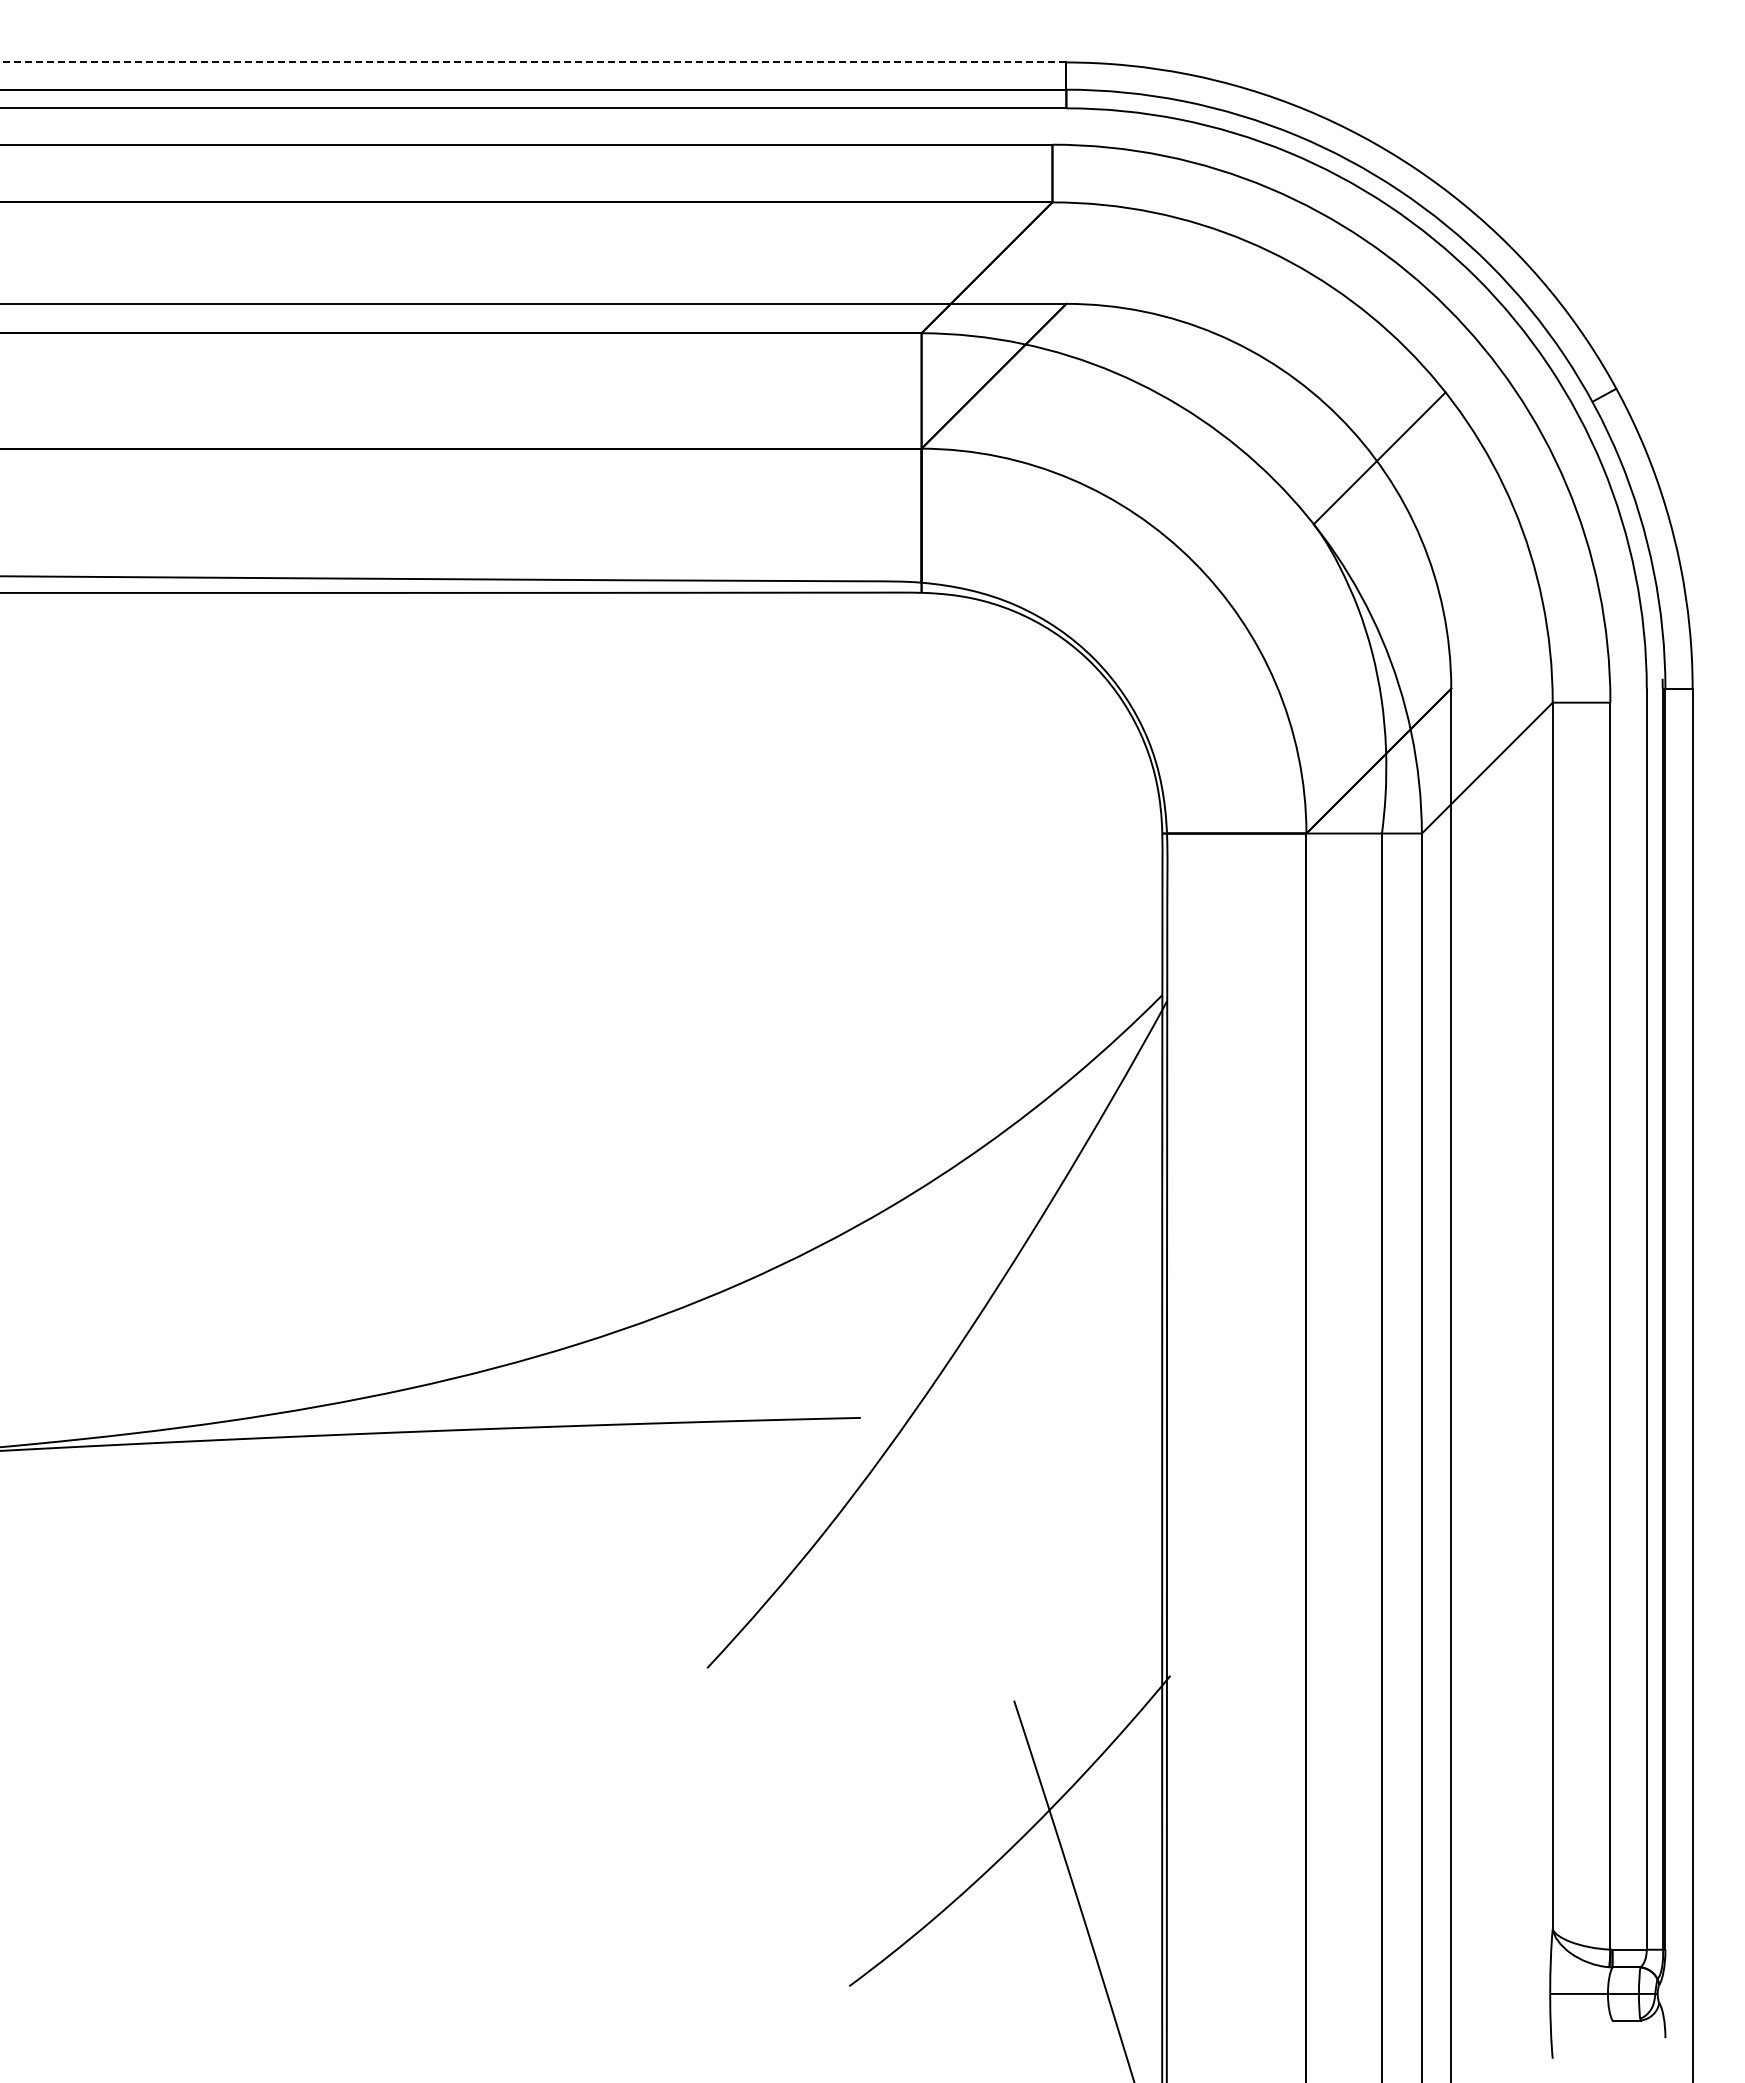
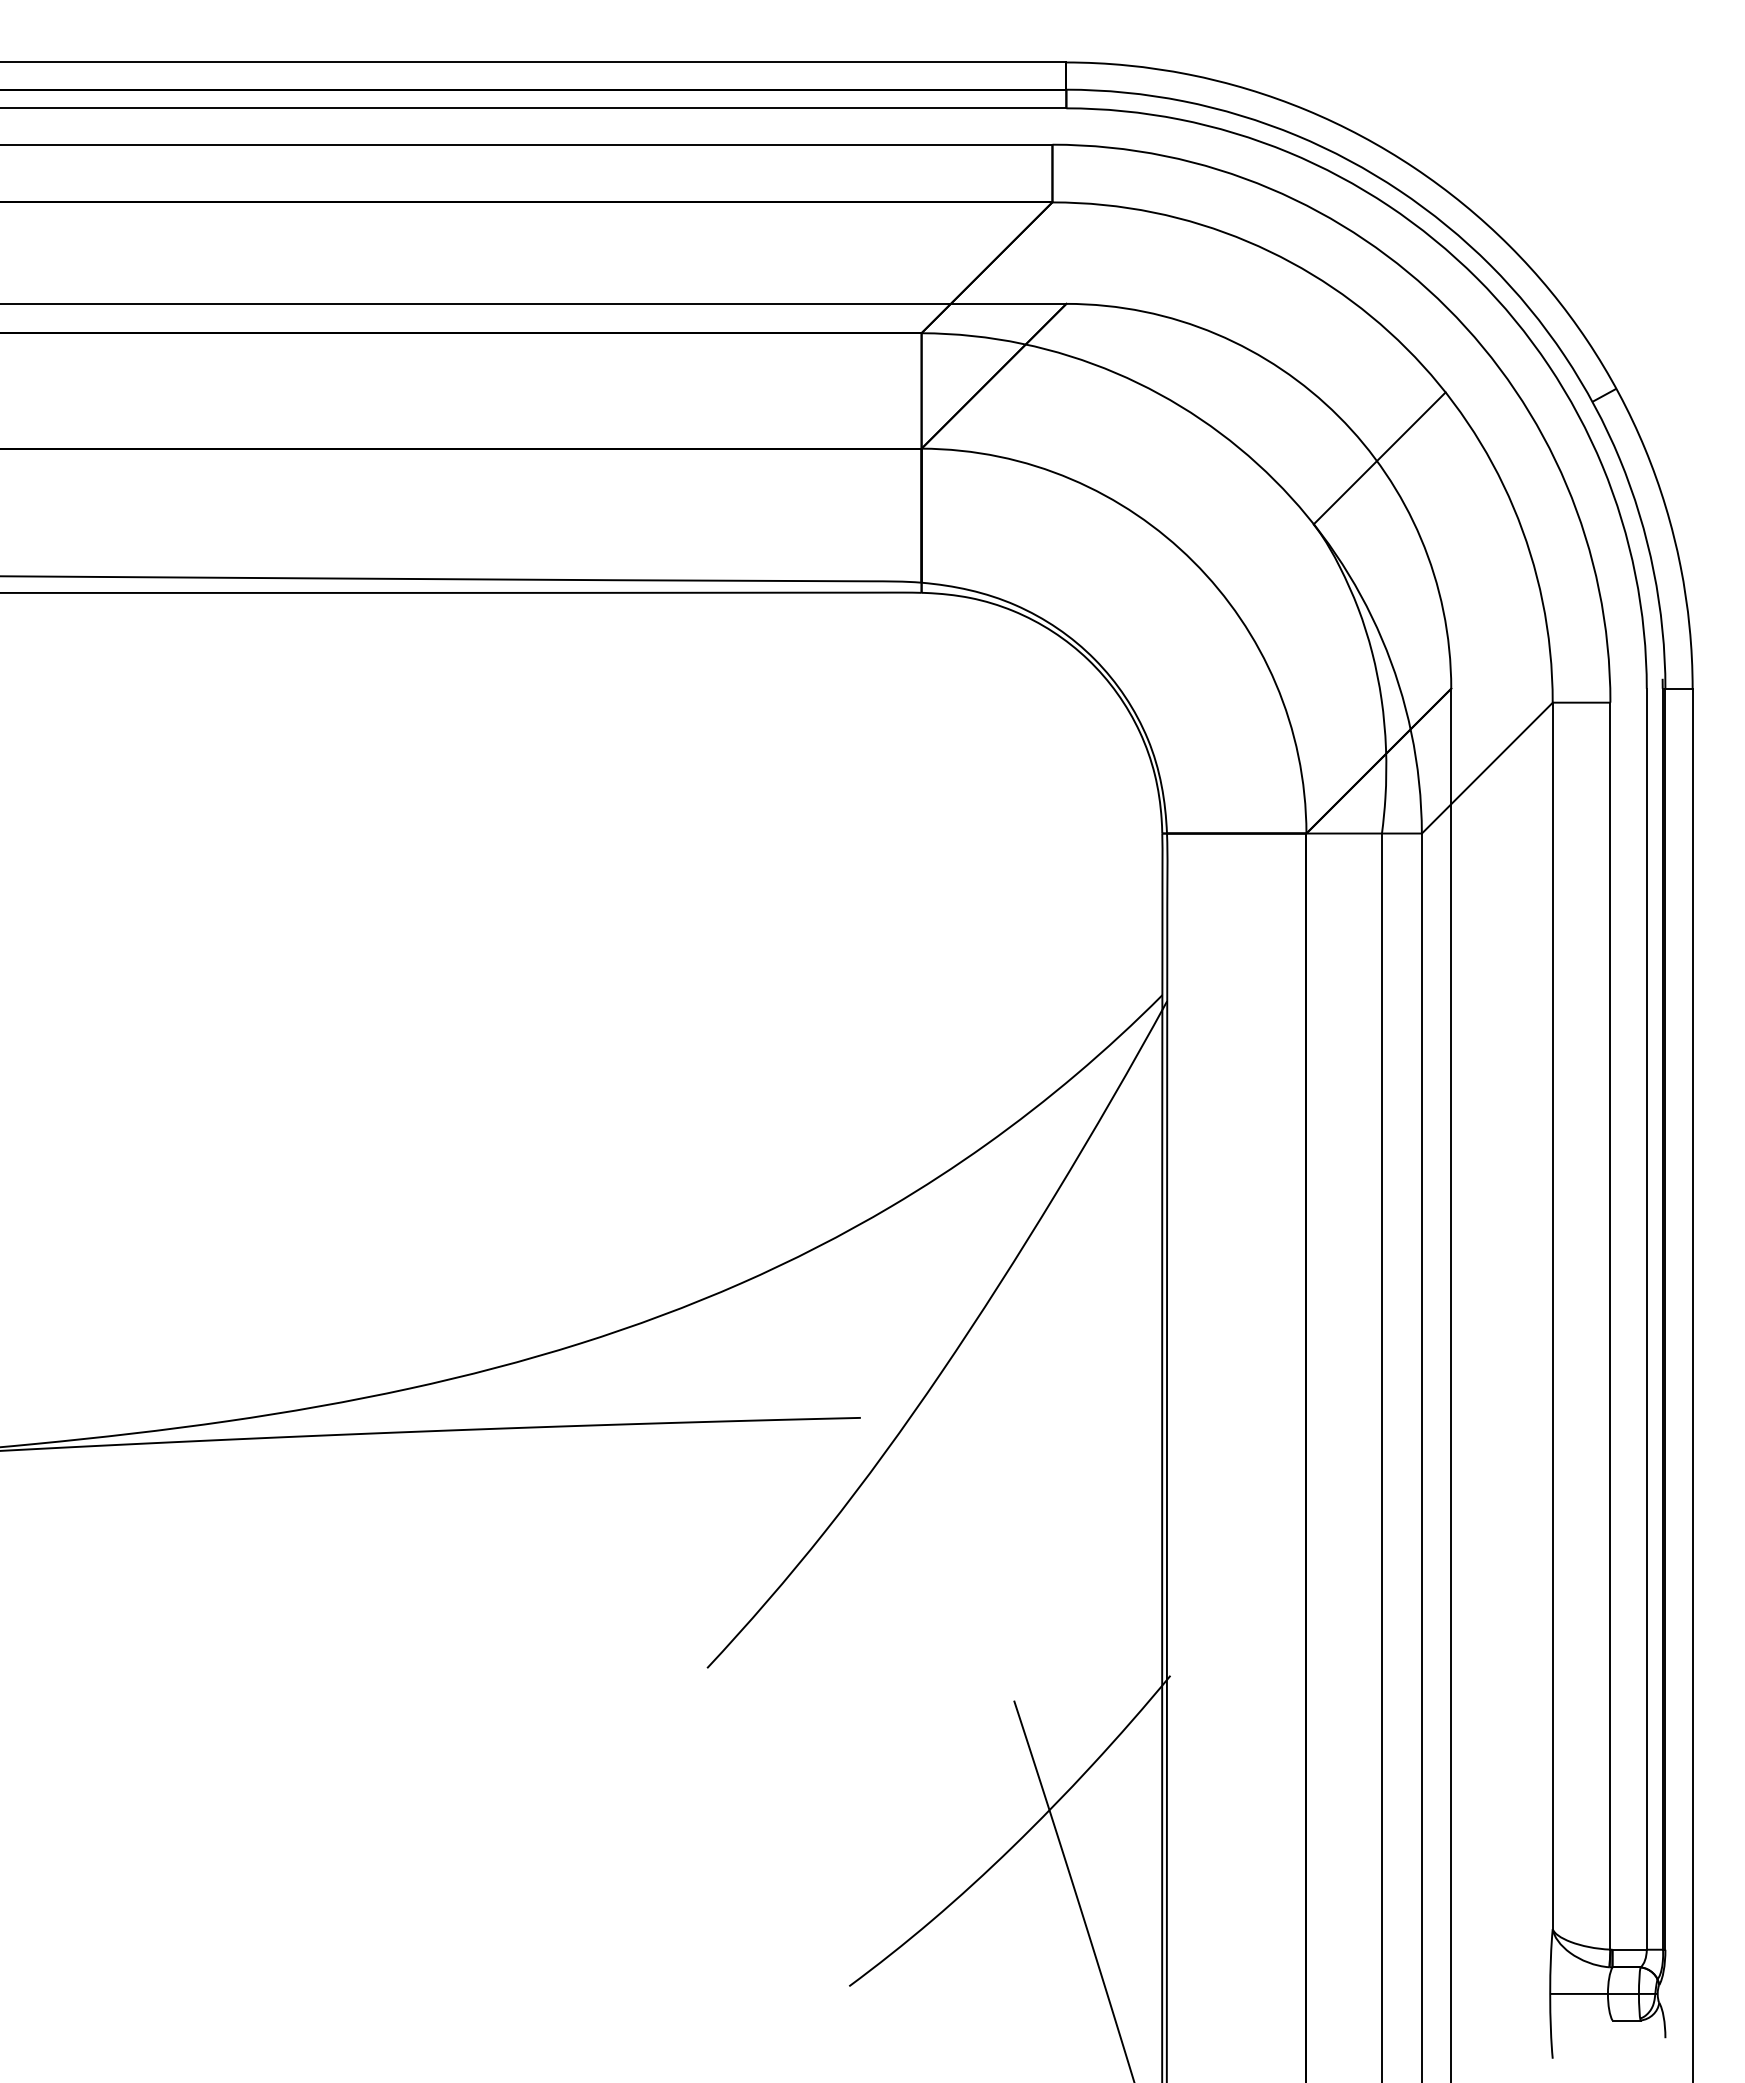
line at (533, 62): dashed -> solid
